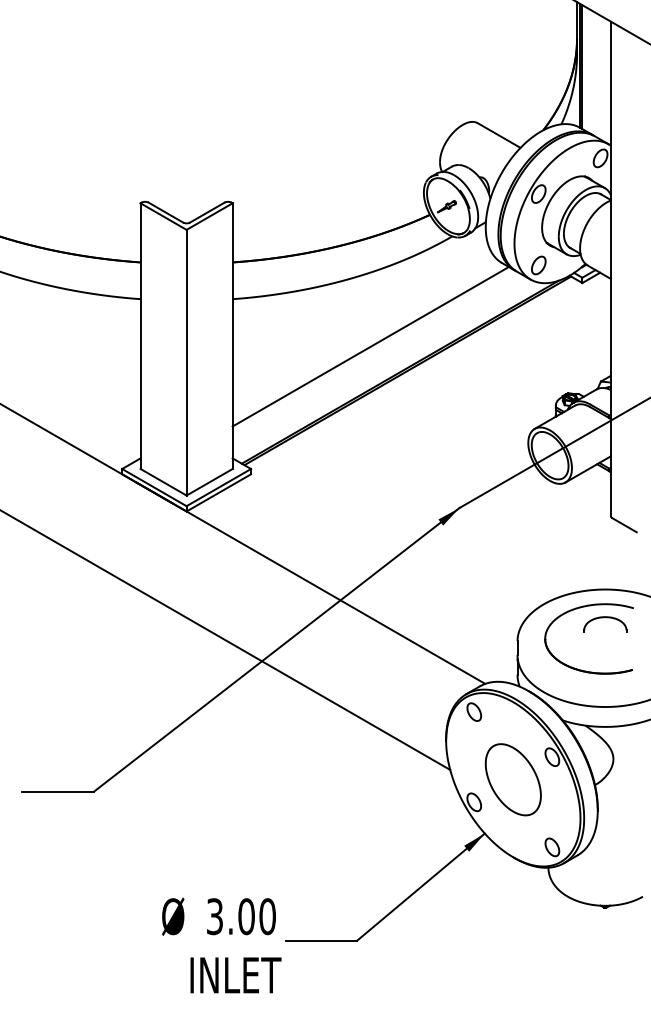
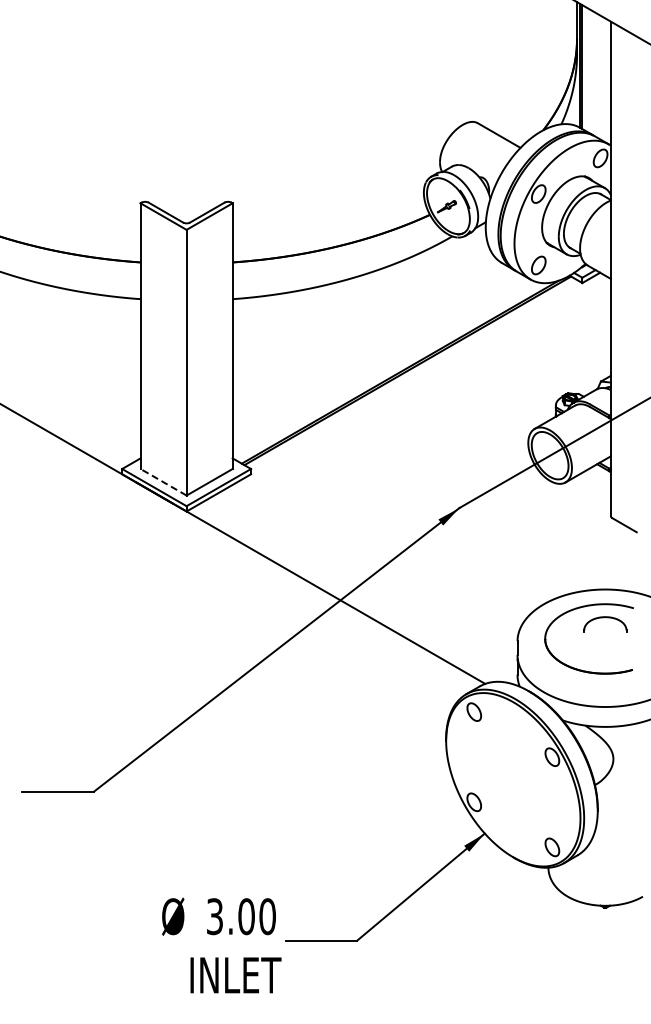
line at (370, 346): present -> none
line at (163, 482): solid -> dashed
line at (226, 640): present -> none
part at (512, 779): present -> none
